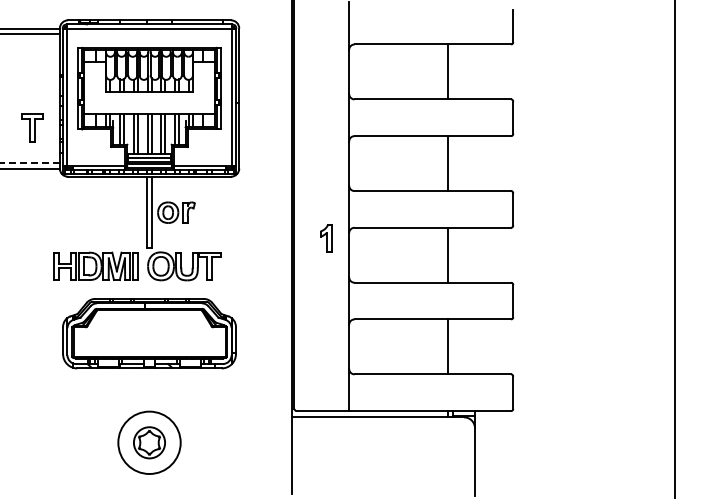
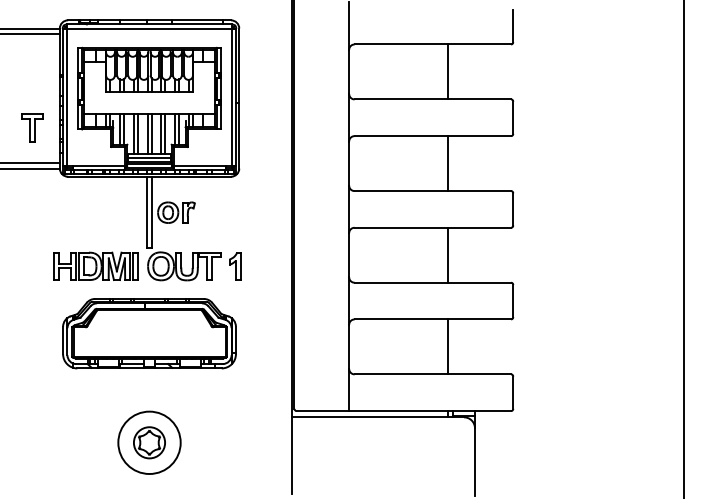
line at (29, 163): dashed -> solid
part at (326, 238) position: (326, 238) -> (235, 266)
line at (674, 248) position: (674, 248) -> (683, 248)
